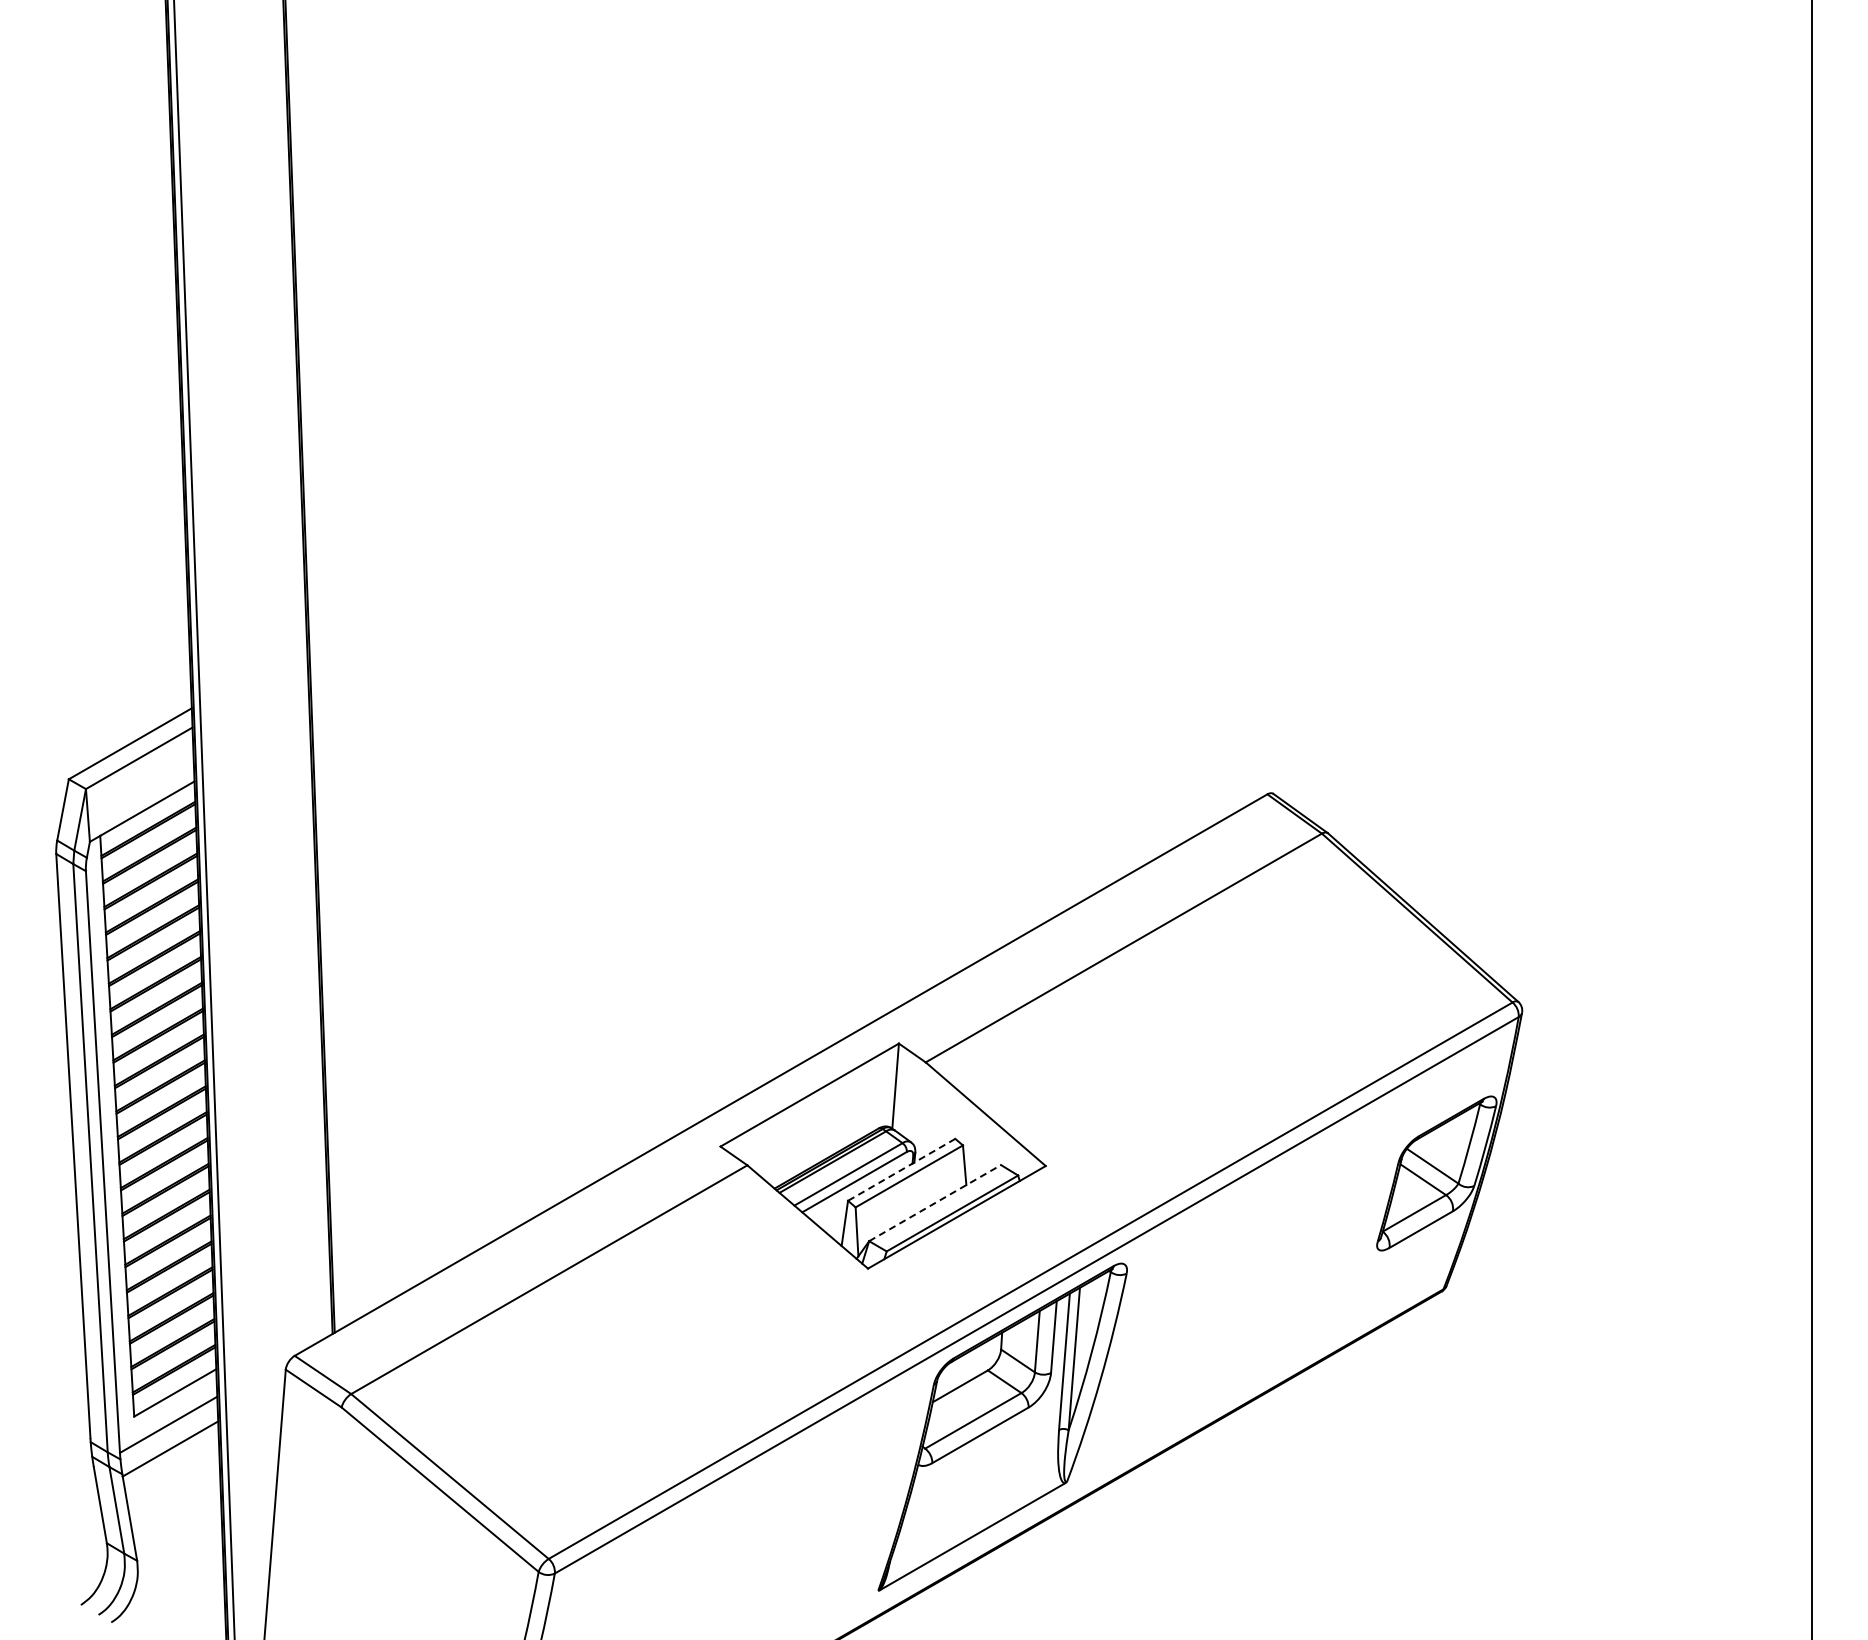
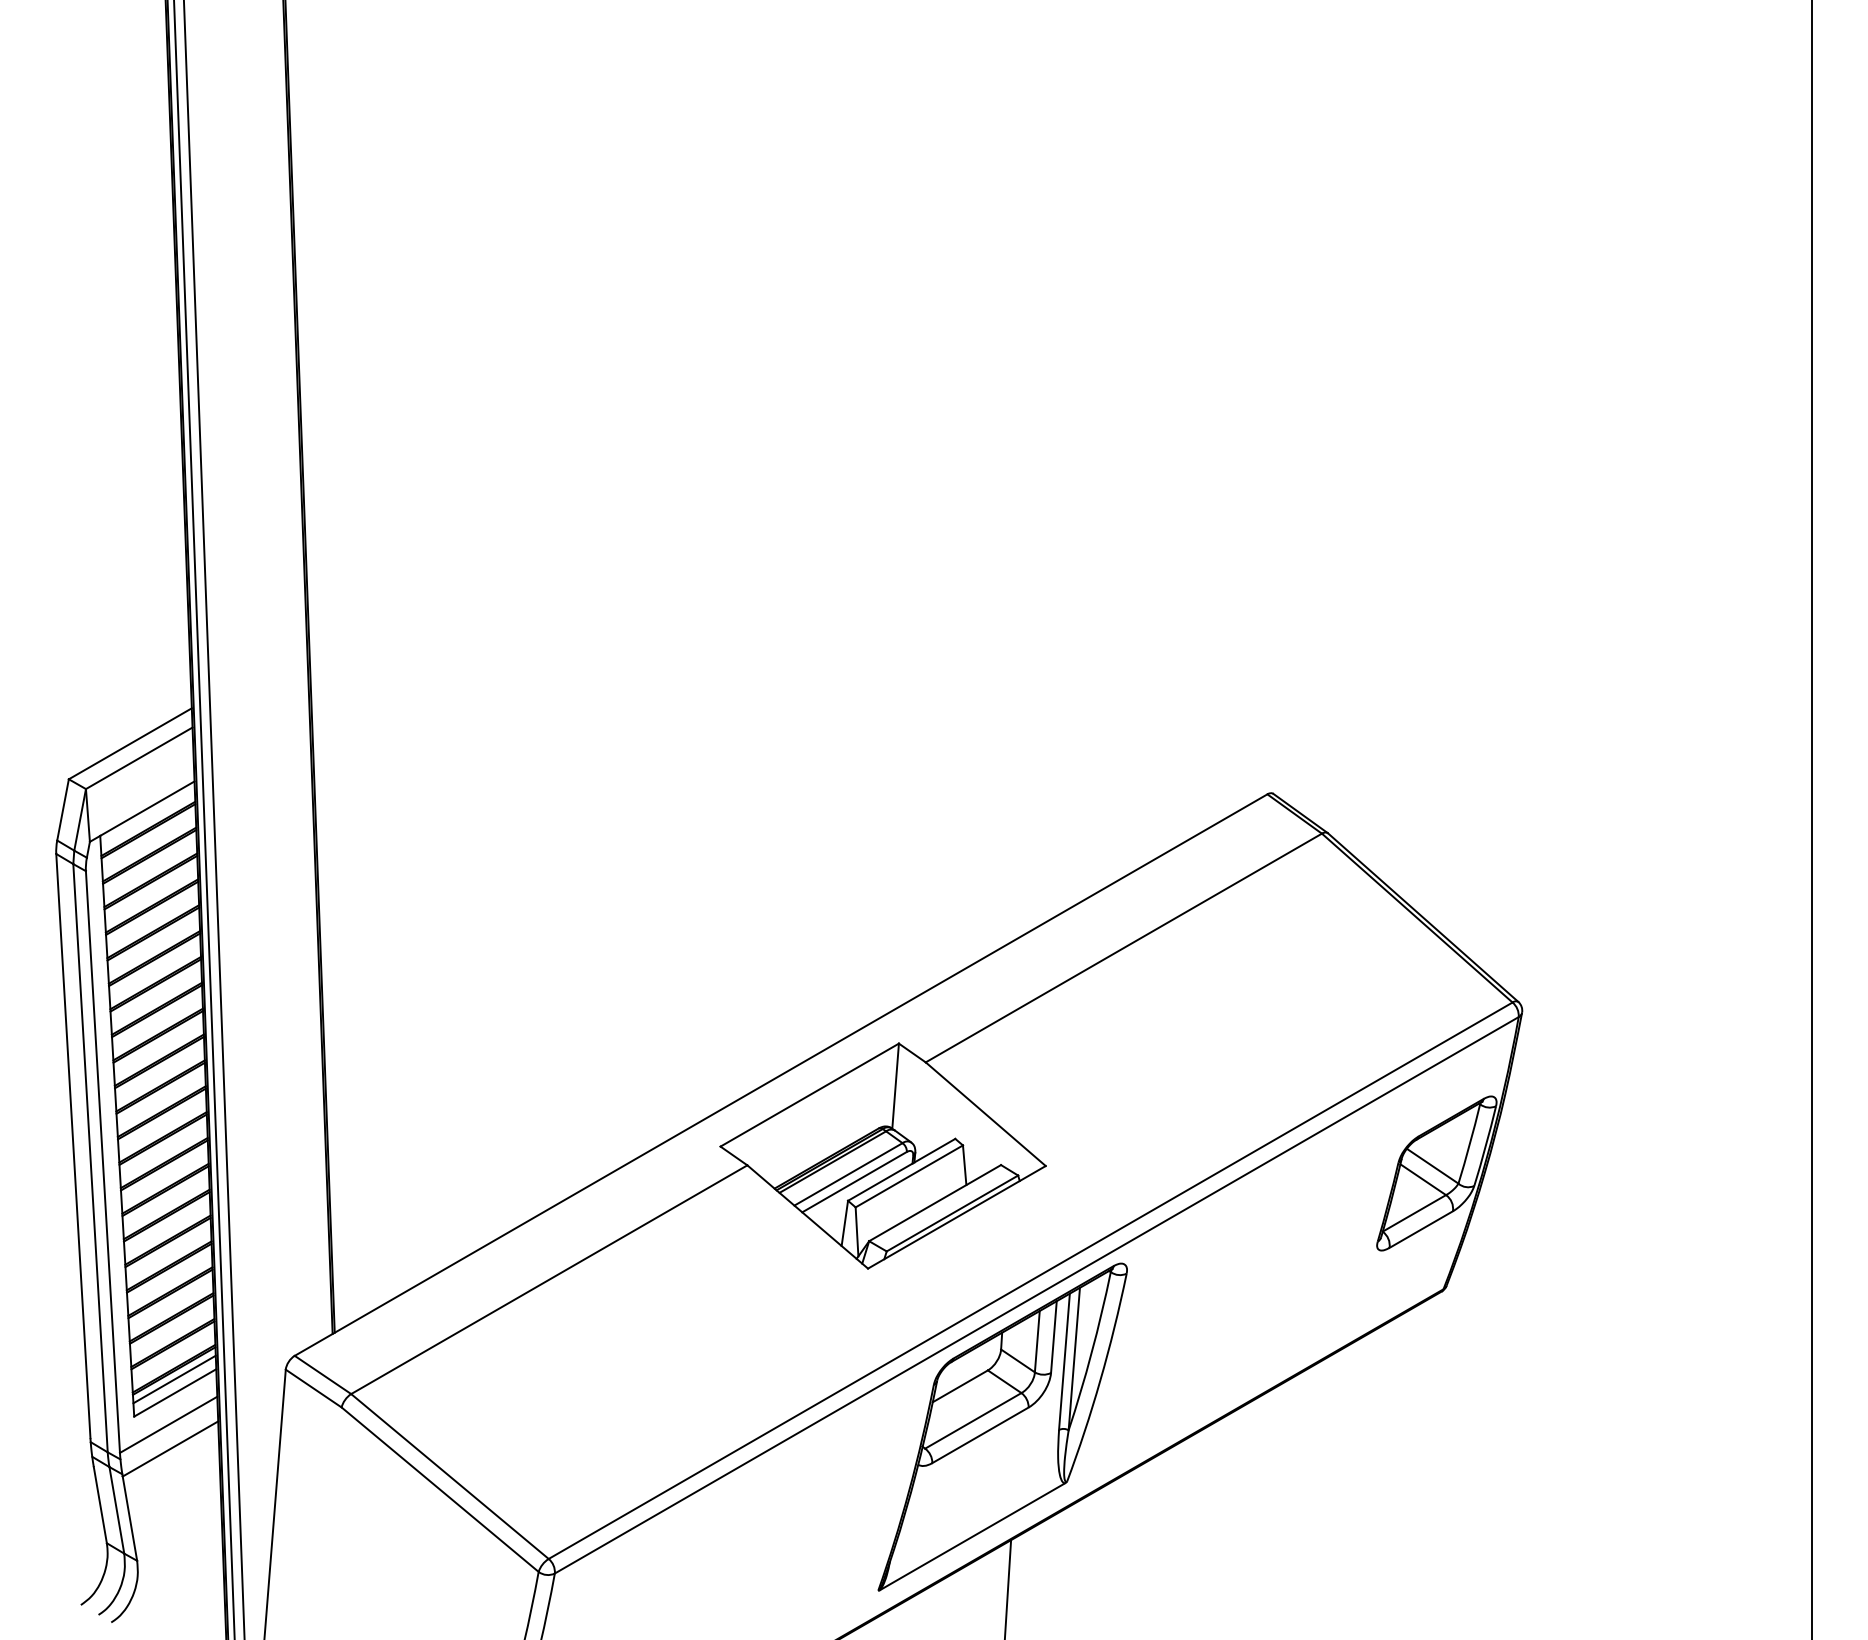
line at (214, 819): none -> present
line at (901, 1169): dashed -> solid
line at (935, 1202): dashed -> solid
line at (174, 1379): none -> present
line at (1008, 1588): none -> present
